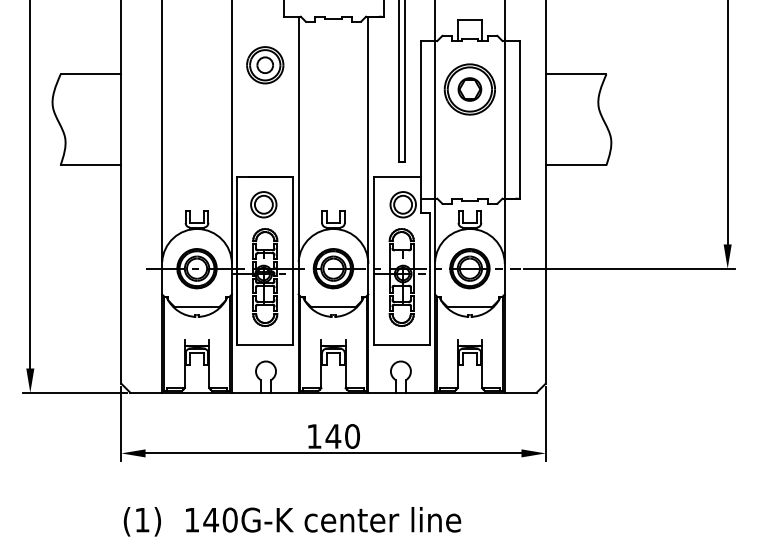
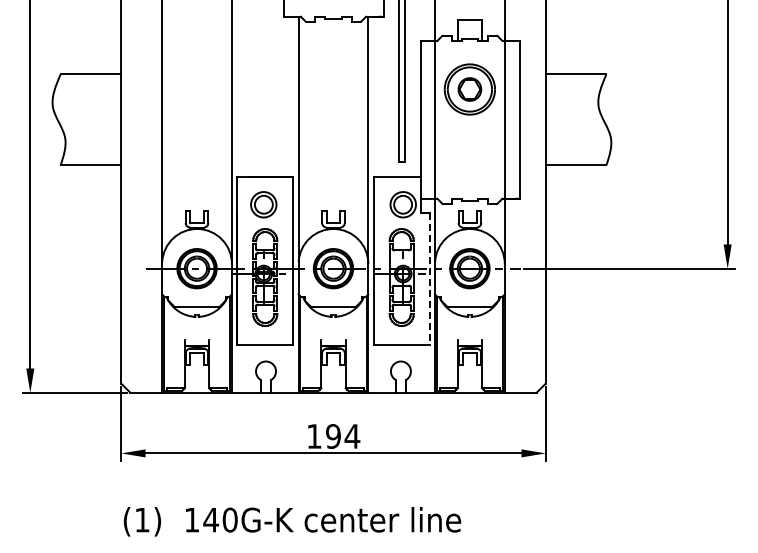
part at (265, 65): present -> none
line at (429, 279): solid -> dashed
text at (342, 436): 140 -> 194
